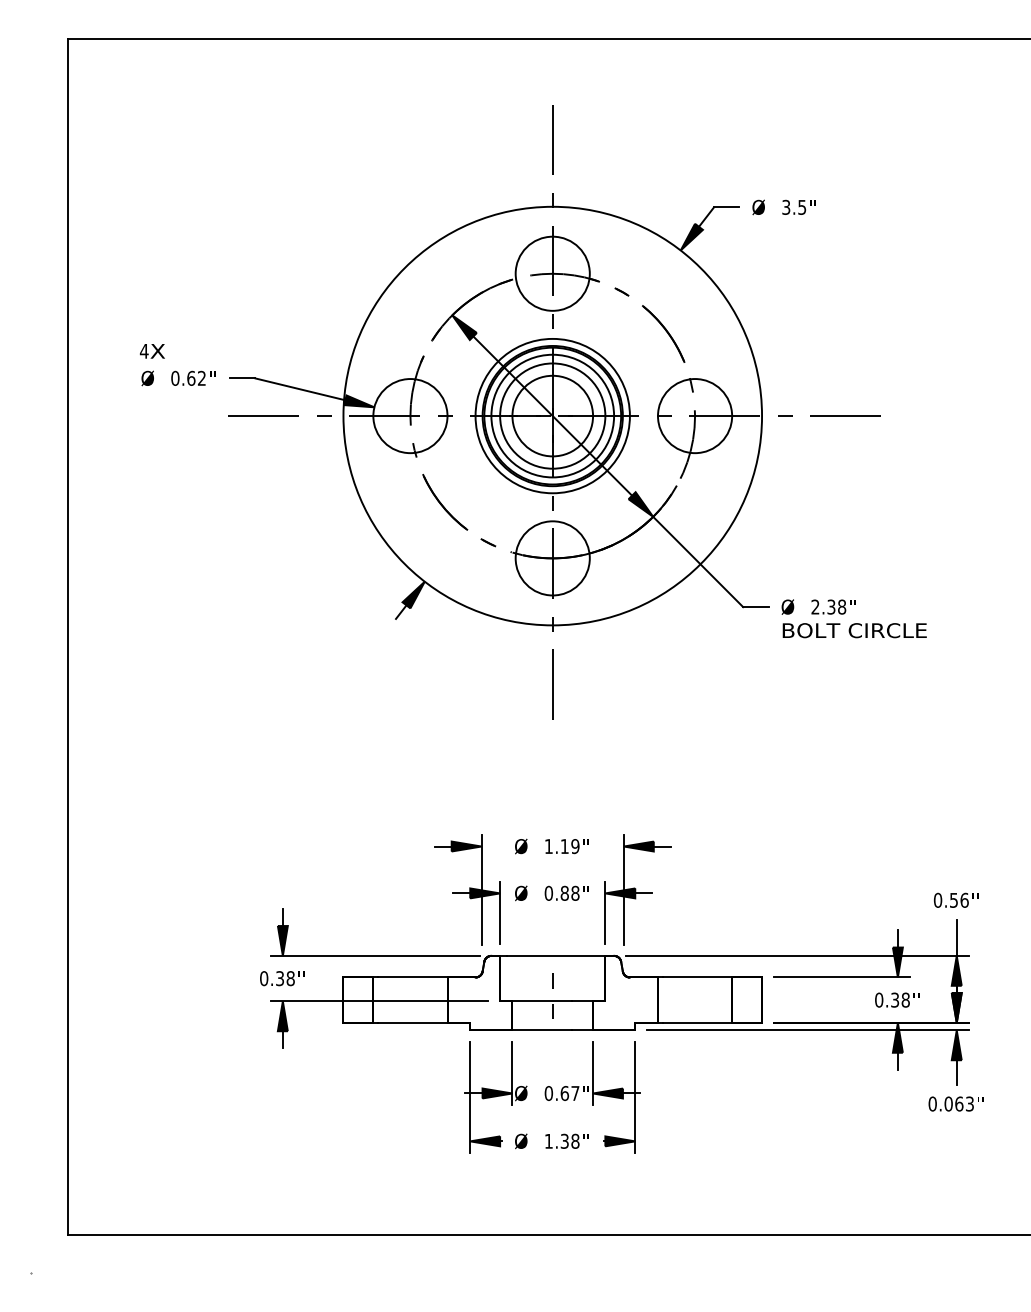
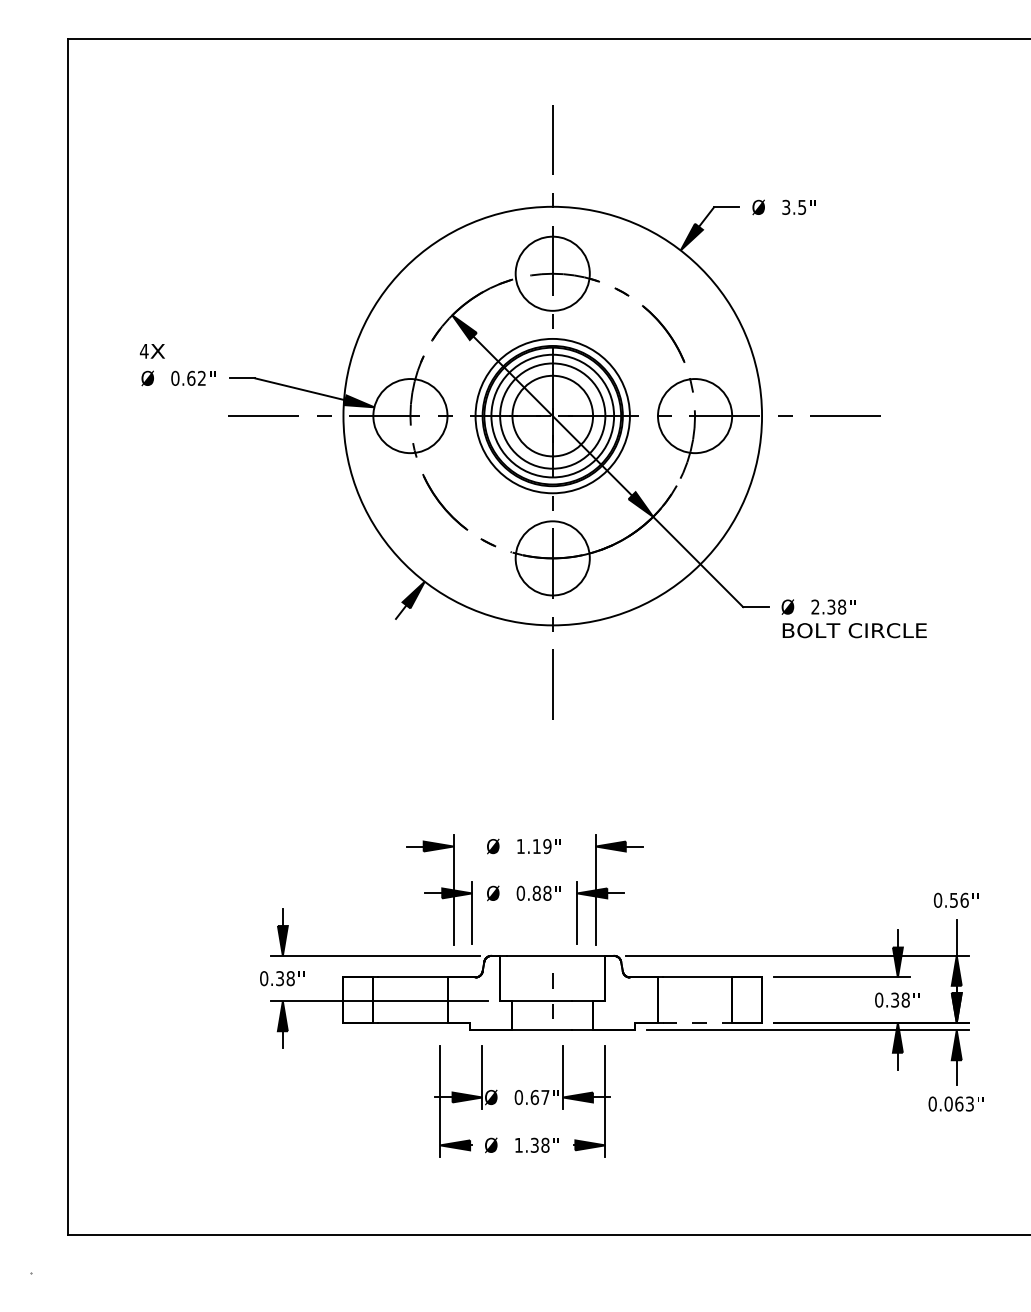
part at (552, 889) position: (552, 889) -> (524, 889)
line at (697, 1022): solid -> dashed
part at (552, 1097) position: (552, 1097) -> (522, 1101)
